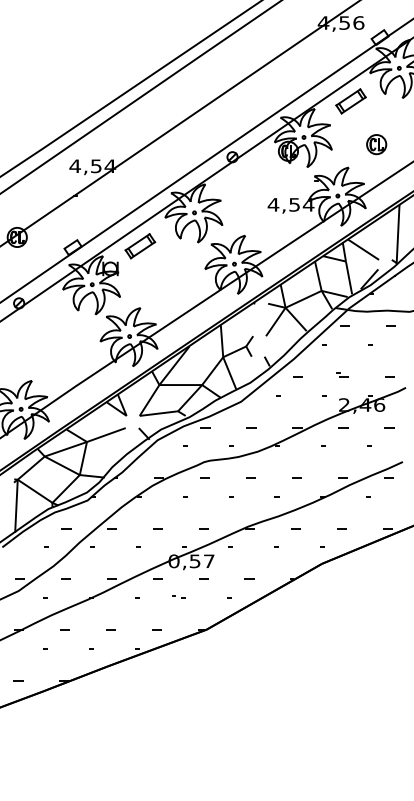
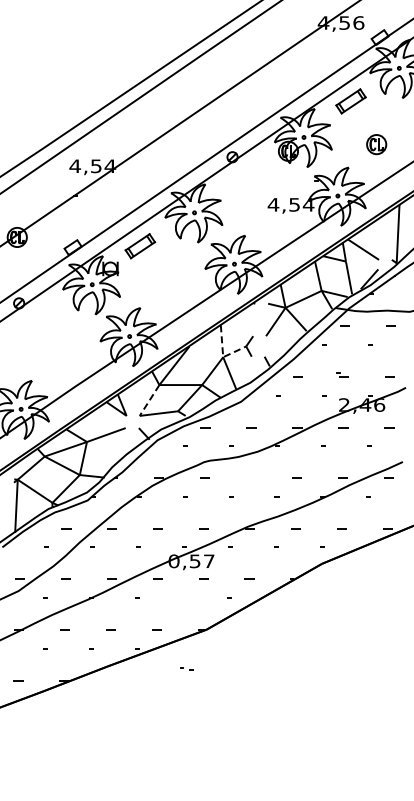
line at (222, 354): solid -> dashed
line at (149, 400): solid -> dashed
line at (250, 477): present -> none
part at (178, 596) position: (178, 596) -> (186, 668)
